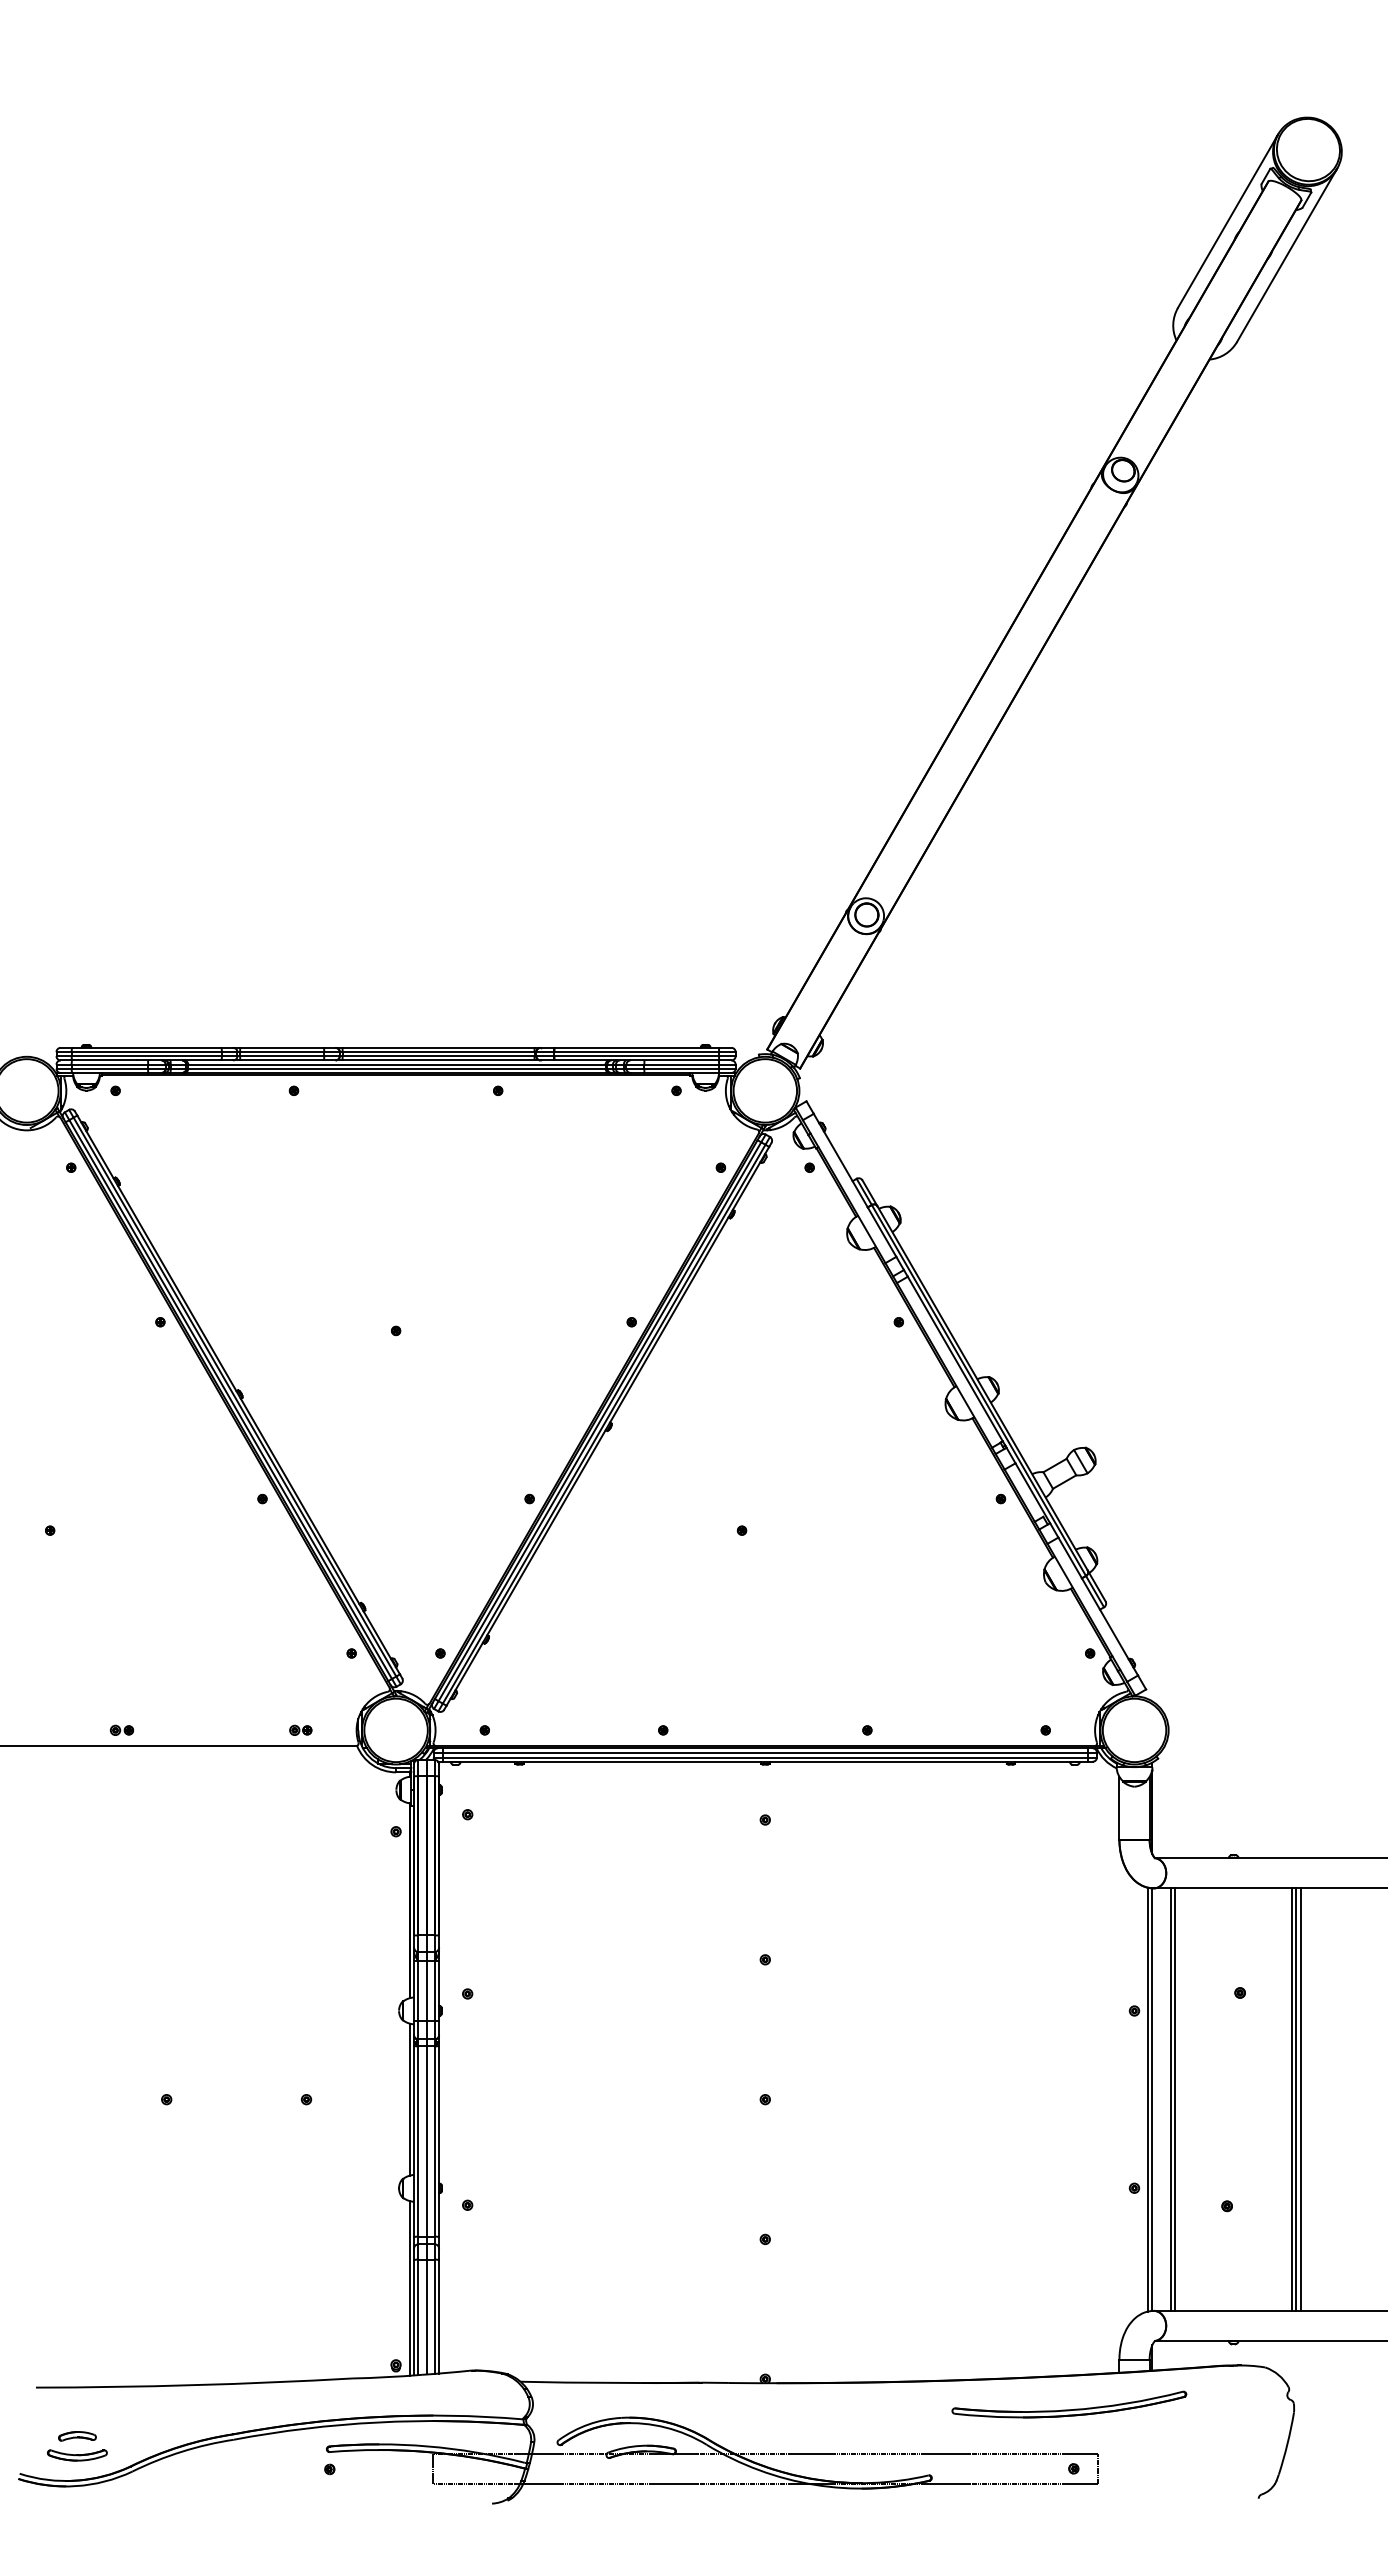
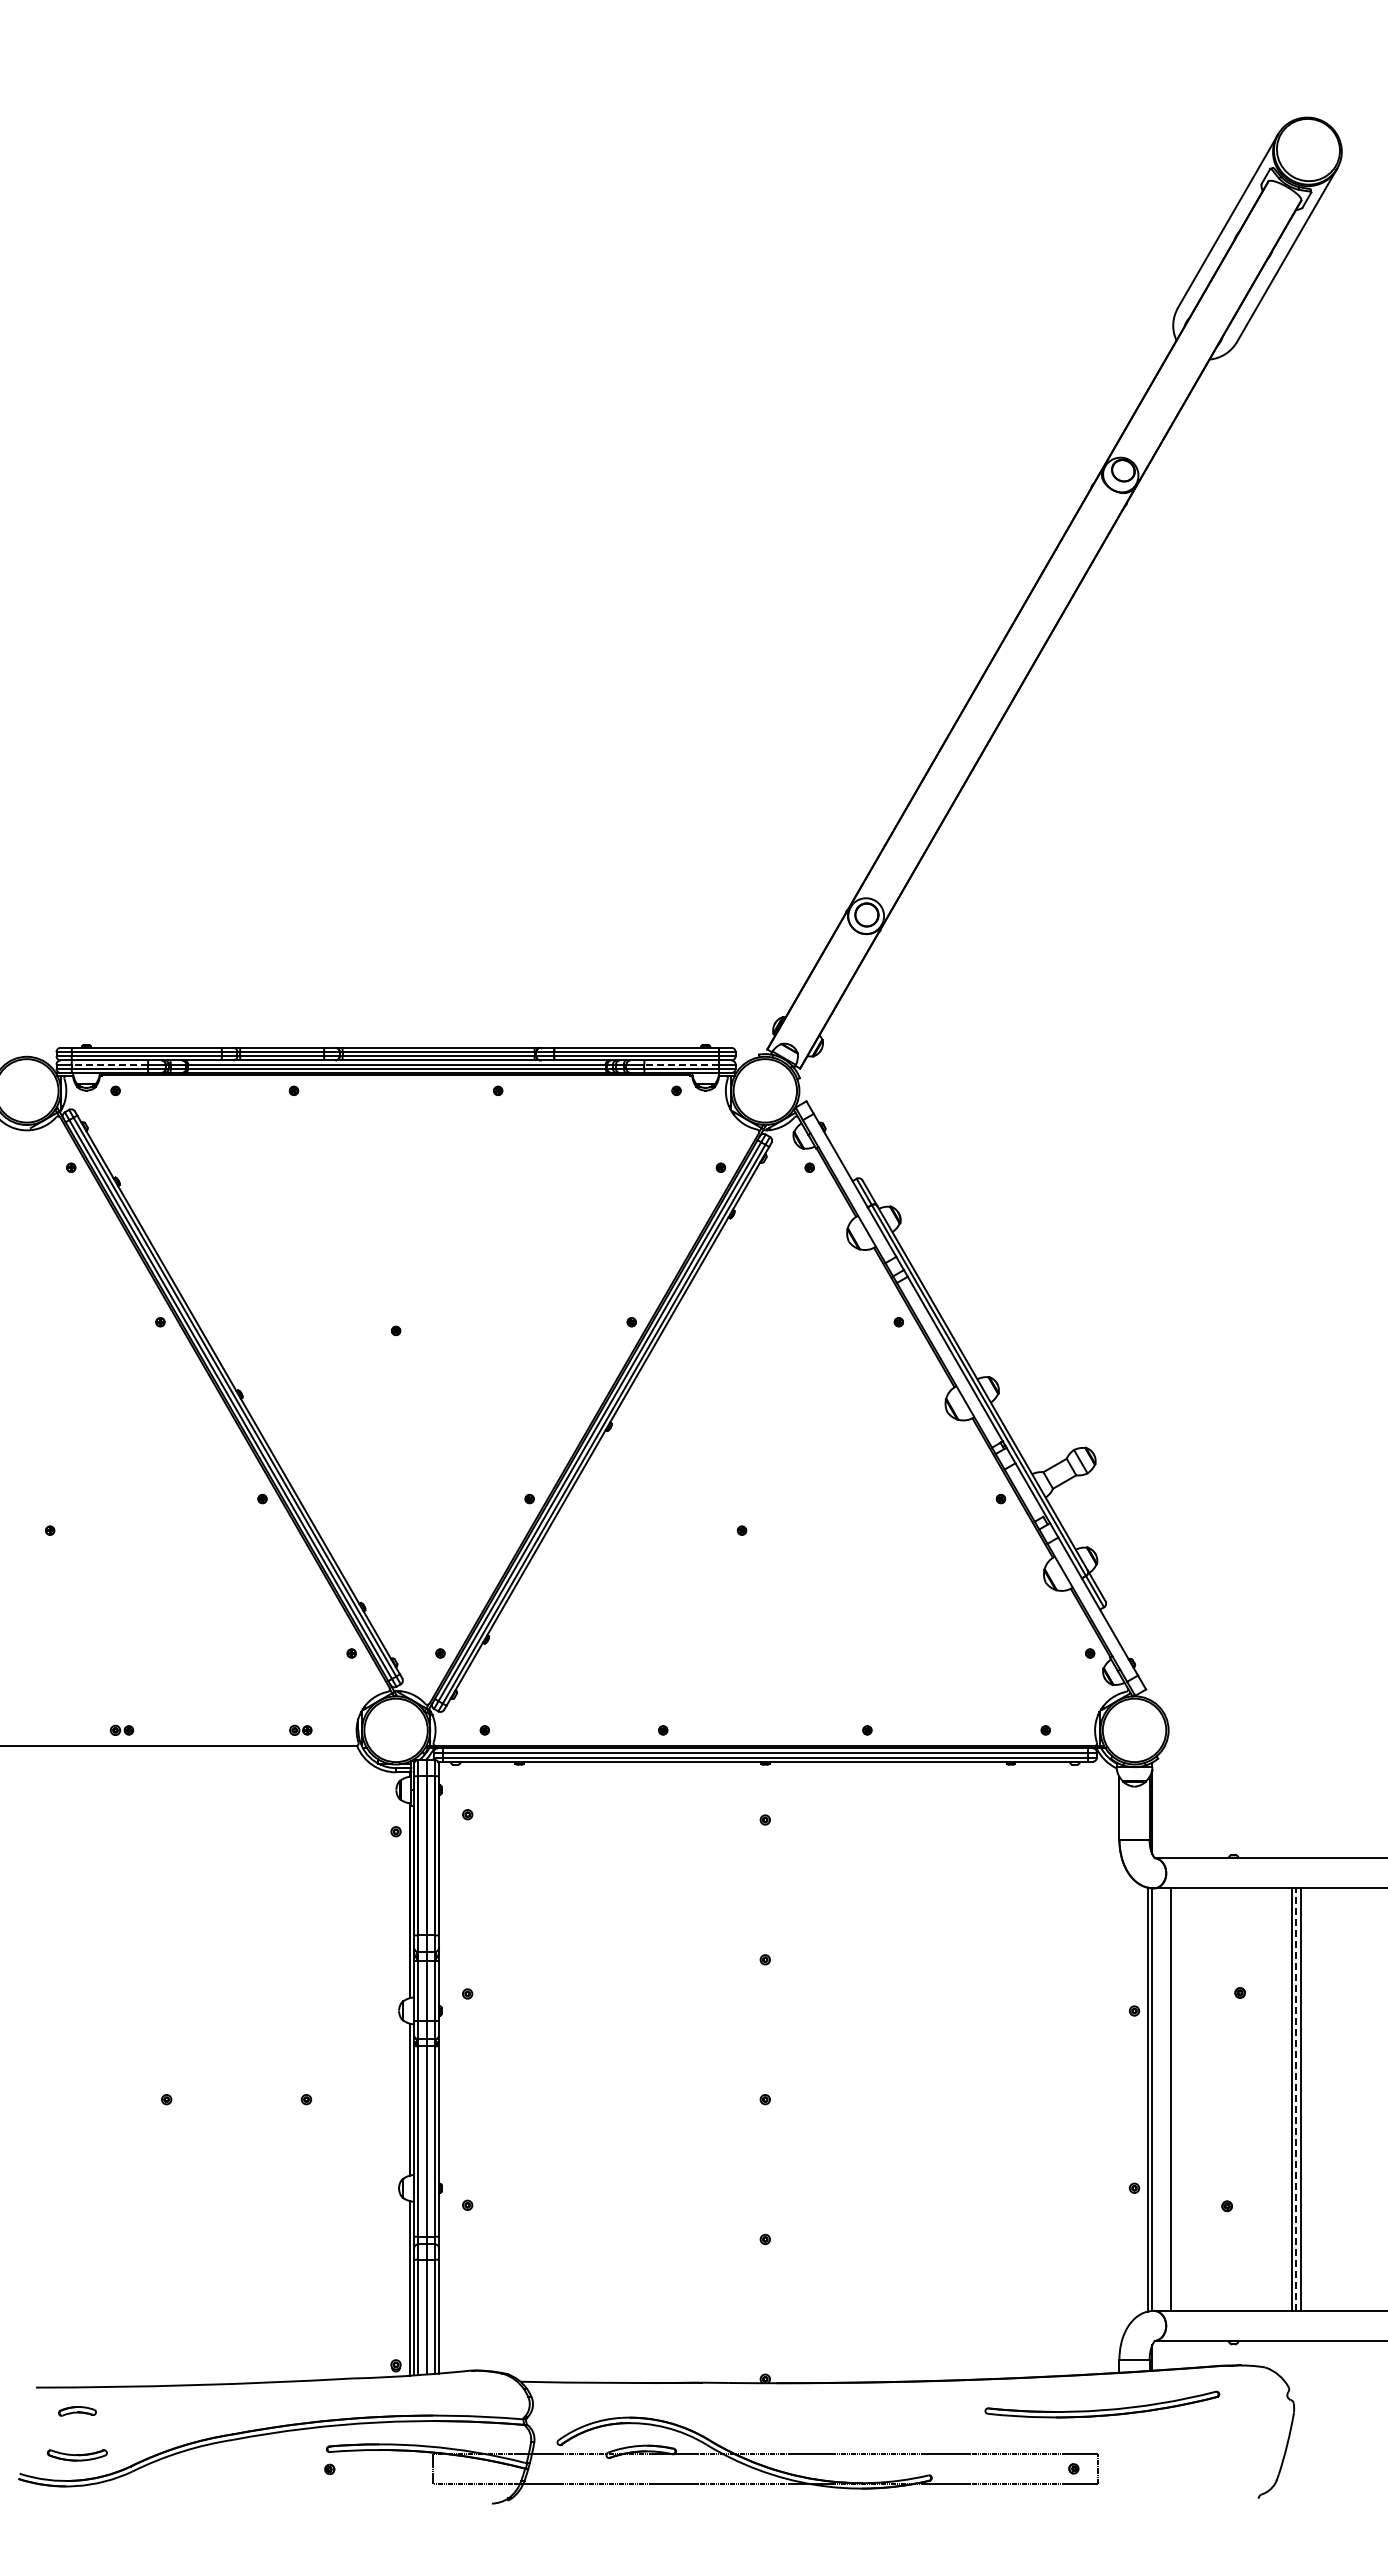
line at (109, 1064): solid -> dashed
line at (681, 1064): solid -> dashed
line at (1175, 2099): present -> none
line at (1296, 2099): solid -> dashed
part at (1069, 2404) position: (1069, 2404) -> (1102, 2404)
part at (77, 2436) position: (77, 2436) -> (77, 2411)
